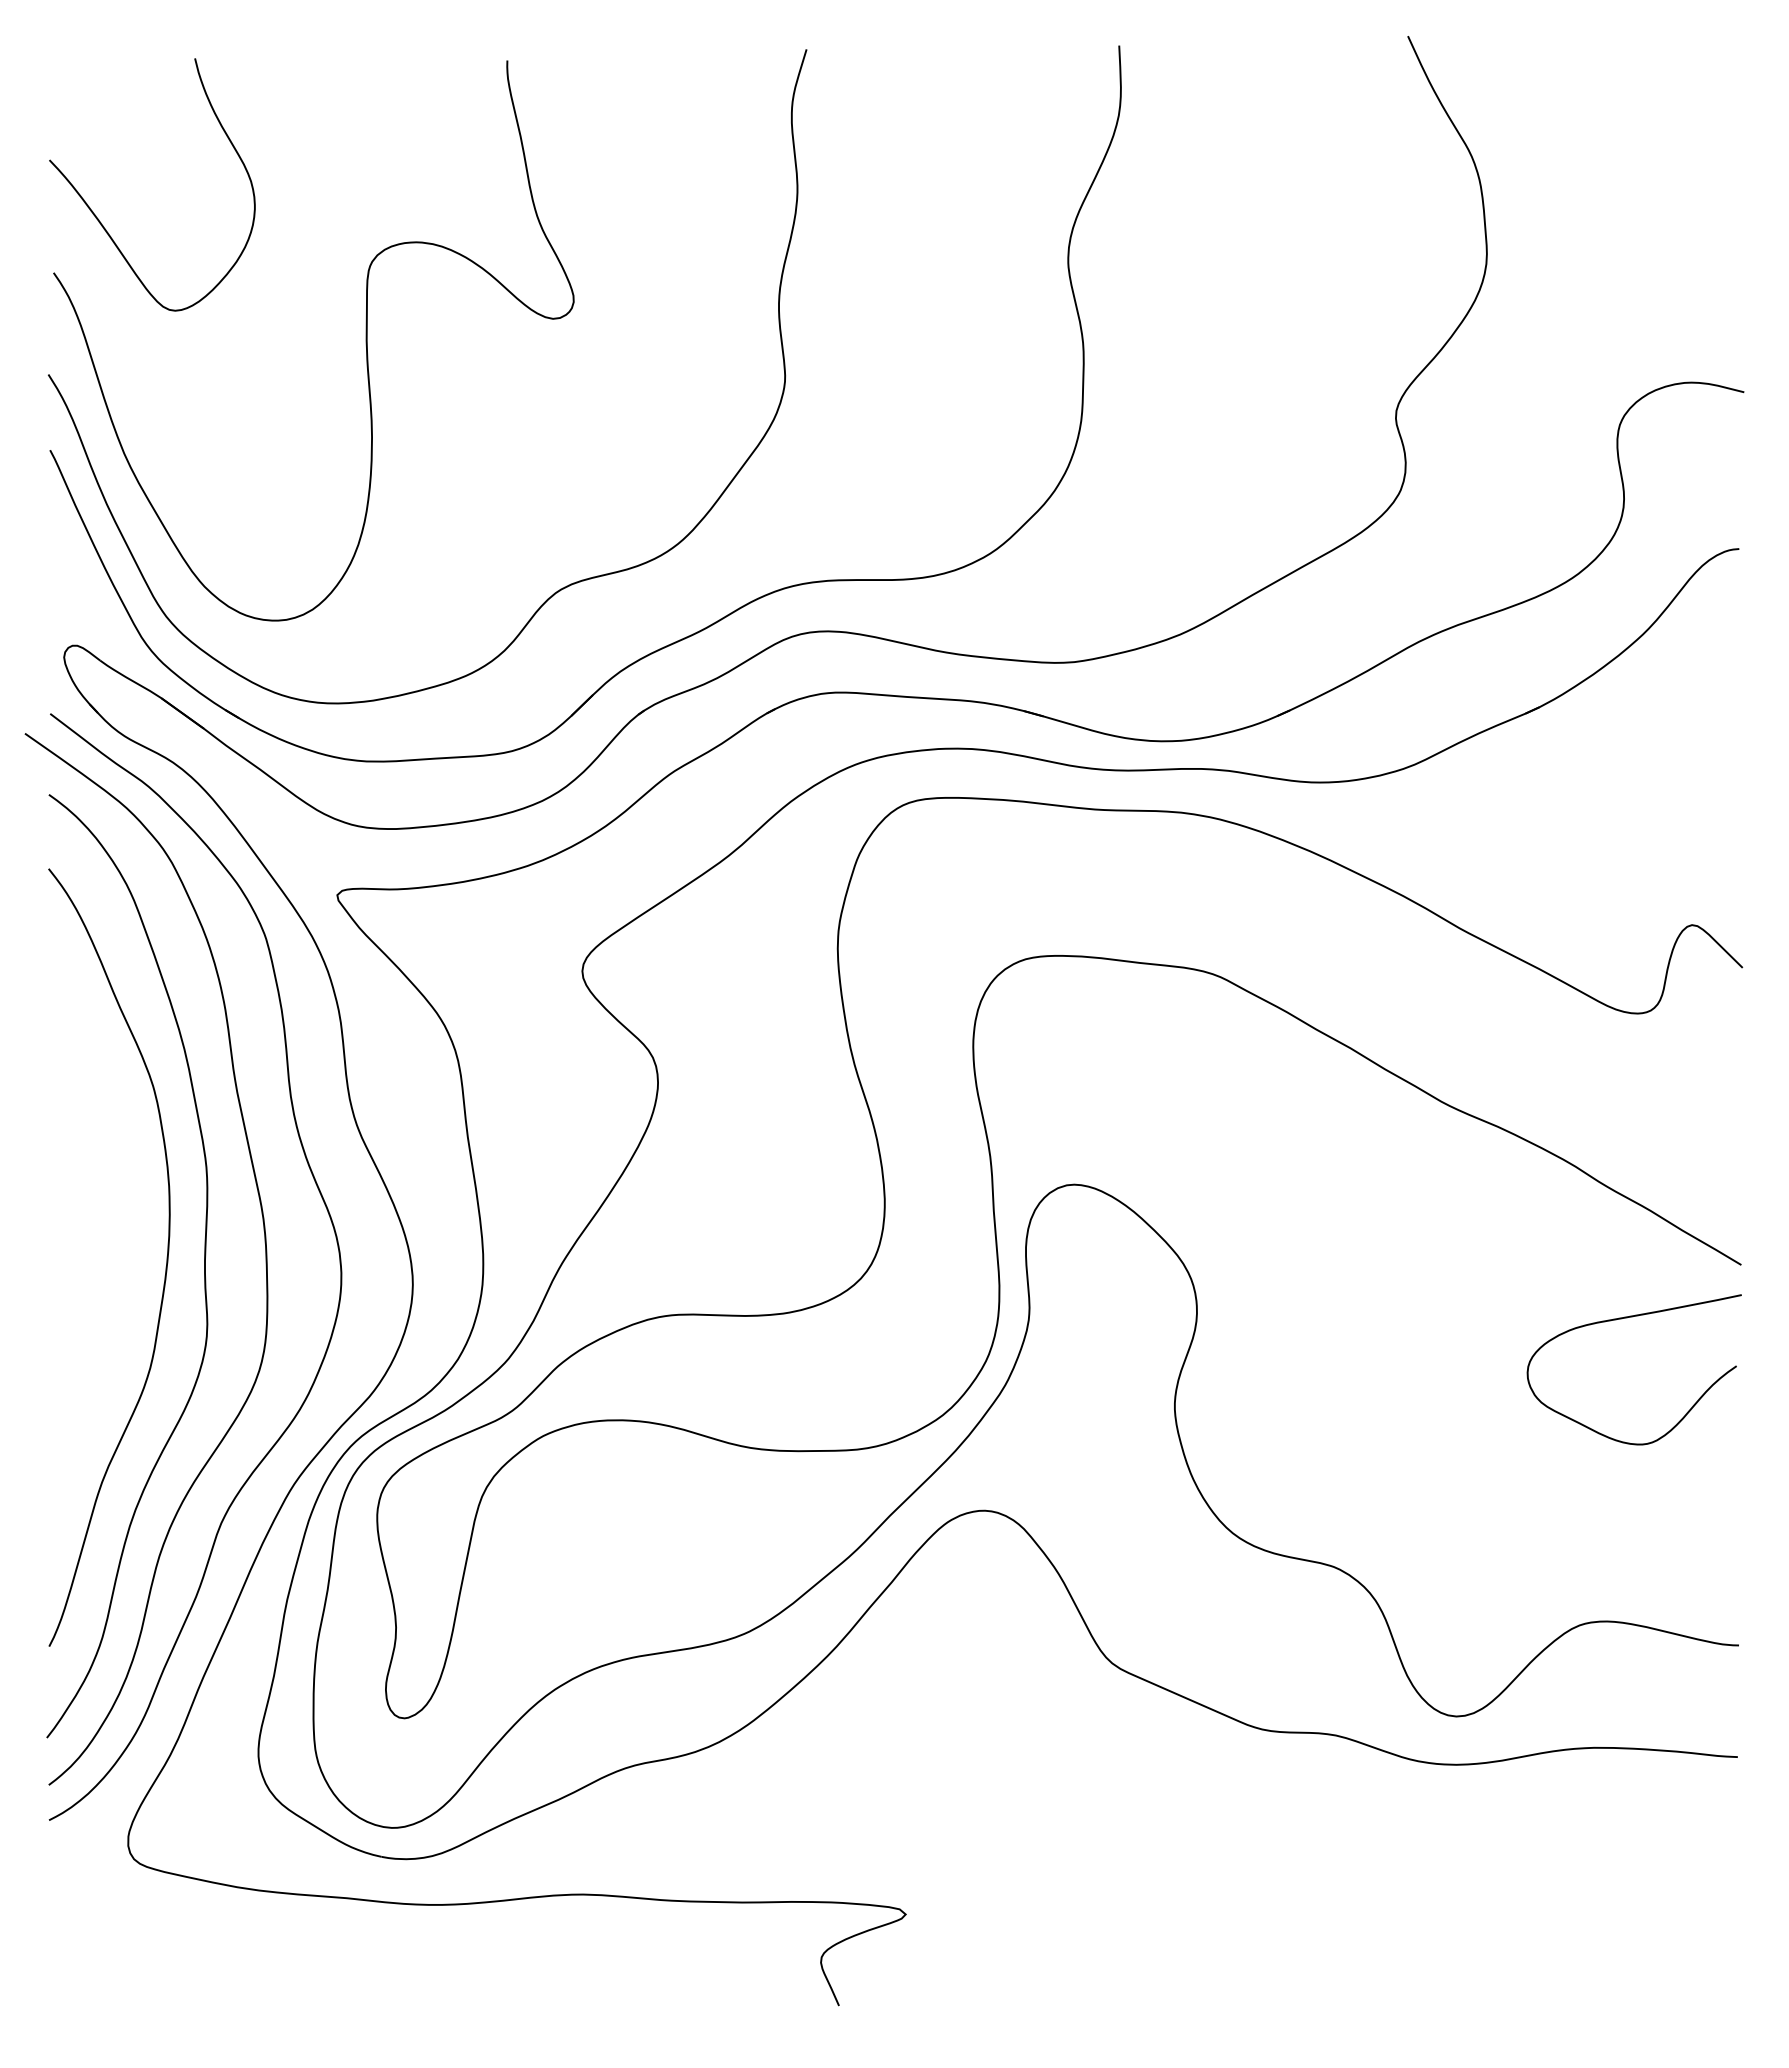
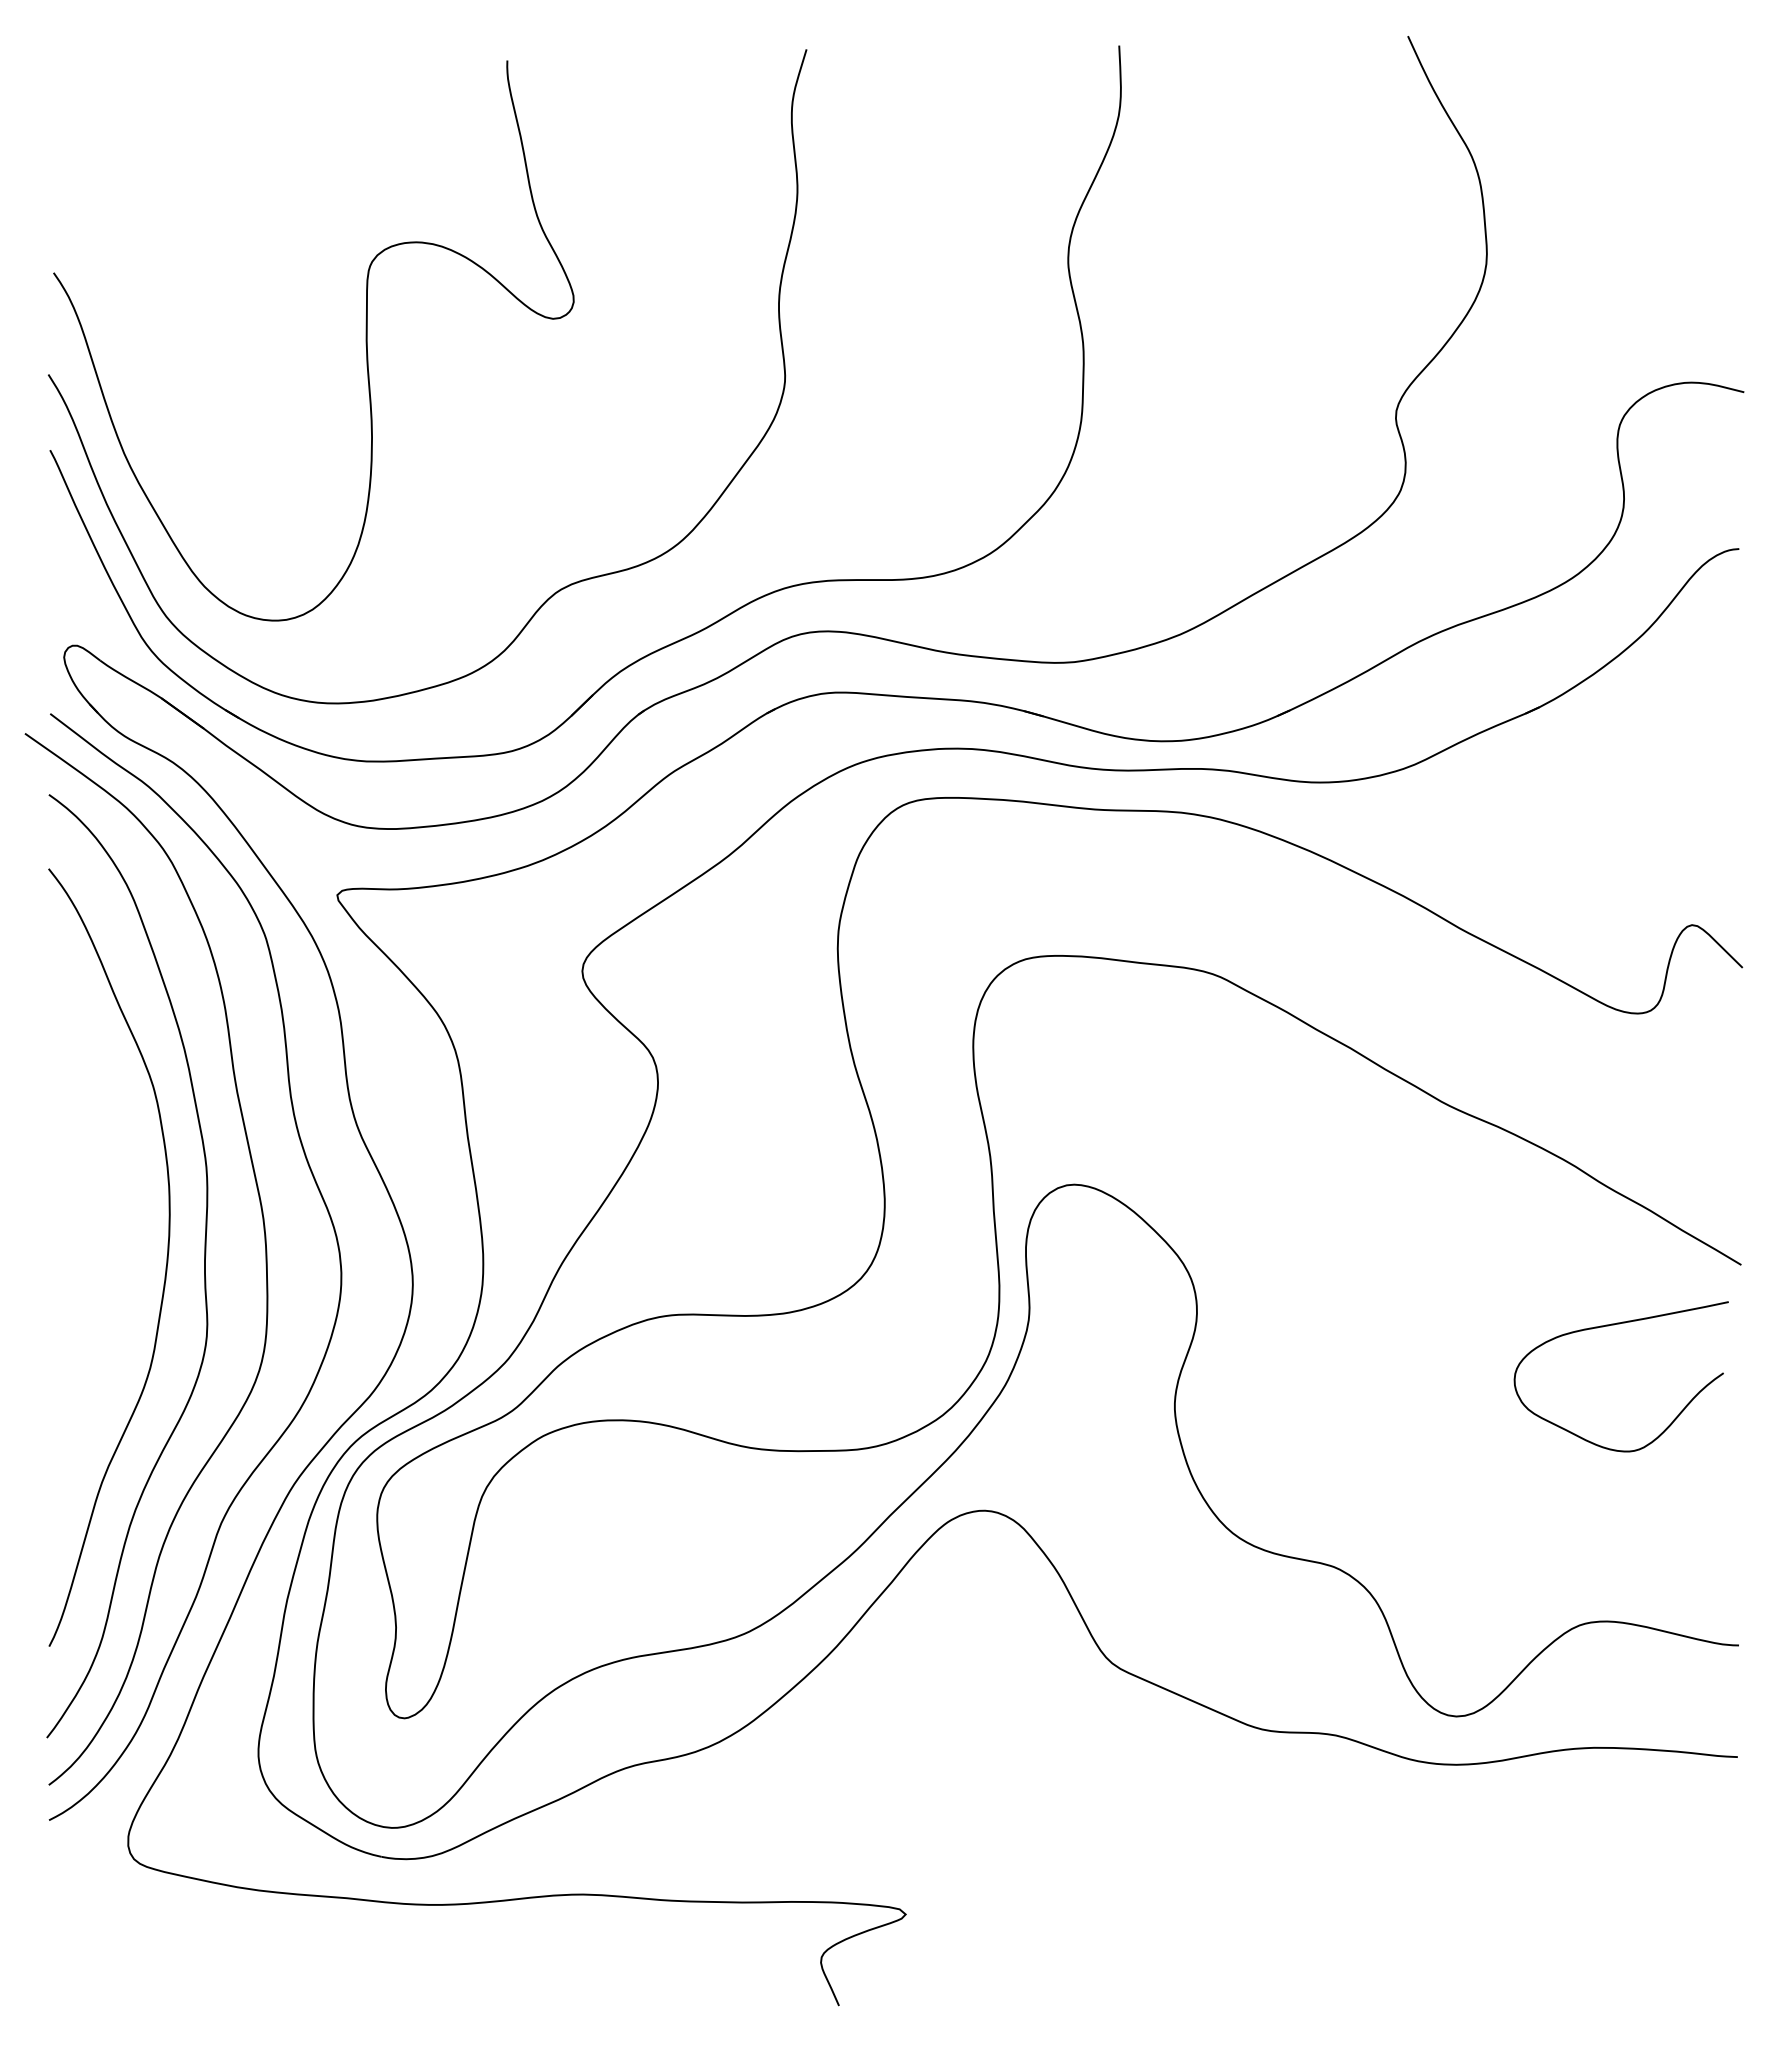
curve at (99, 219): present -> none
curve at (1627, 1318) position: (1627, 1318) -> (1614, 1325)
